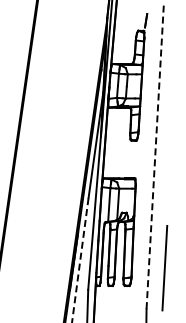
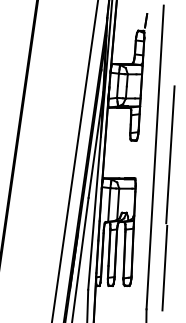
line at (170, 154): none -> present
line at (155, 157): dashed -> solid
line at (74, 160): none -> present
line at (80, 260): dashed -> solid
